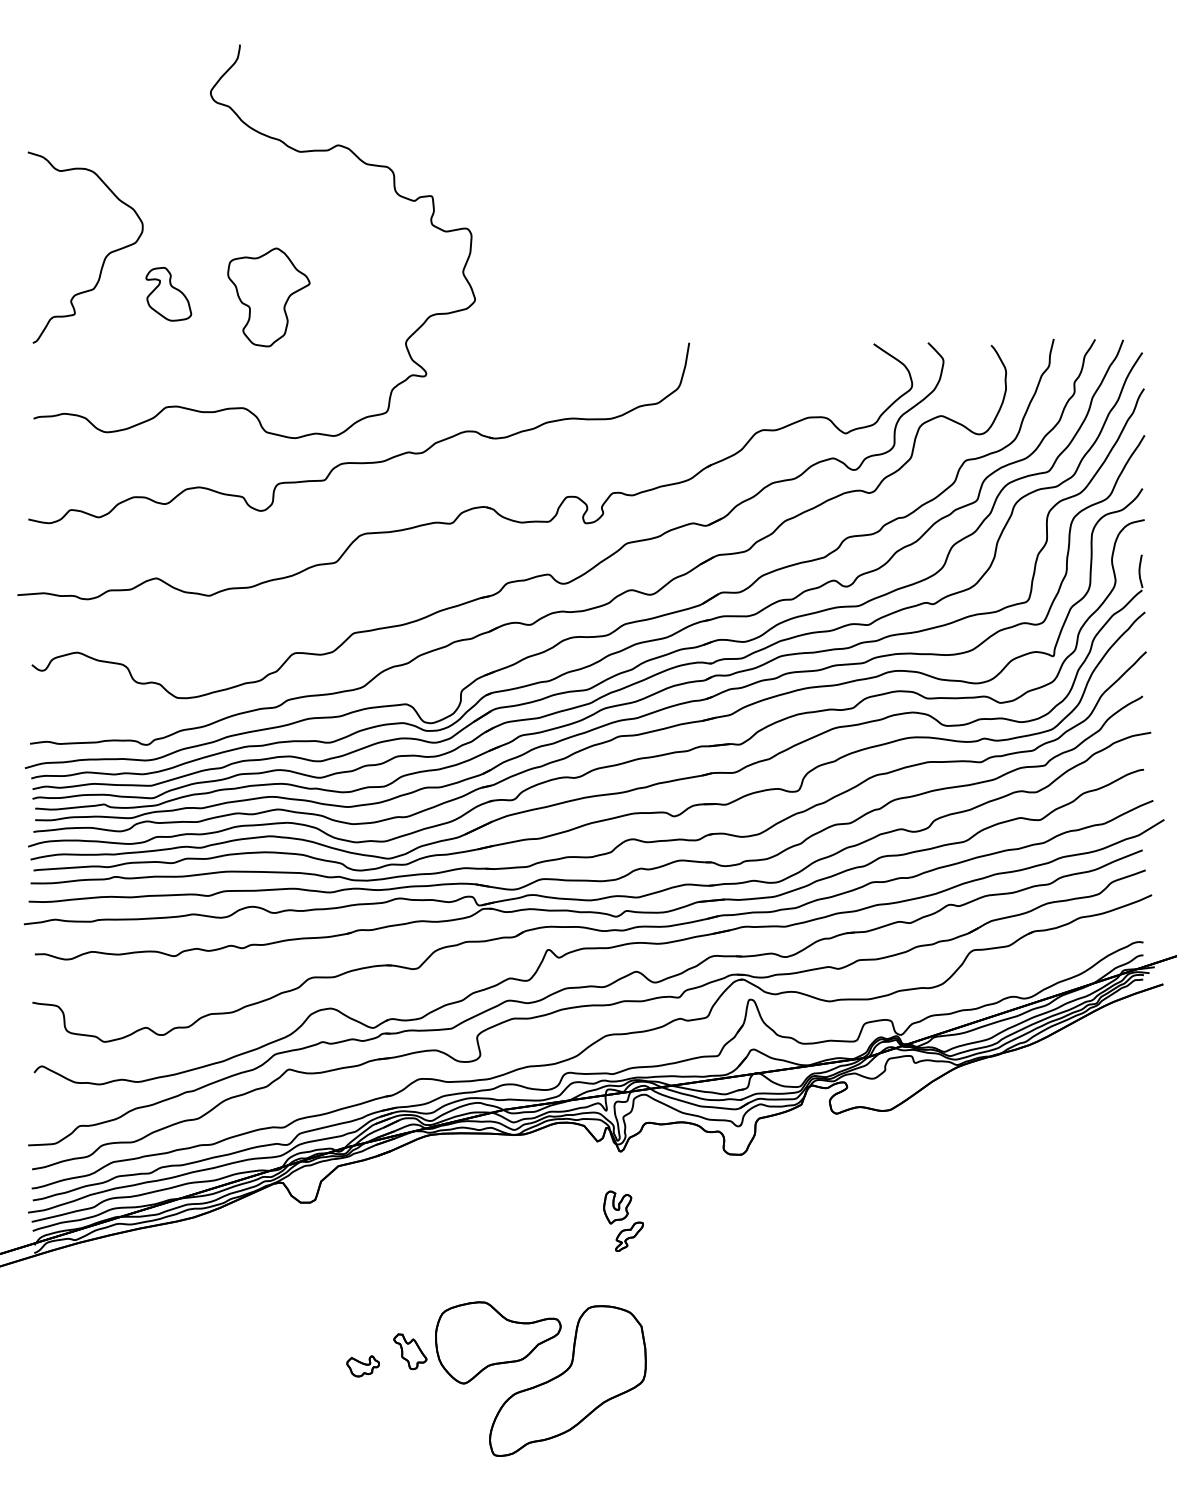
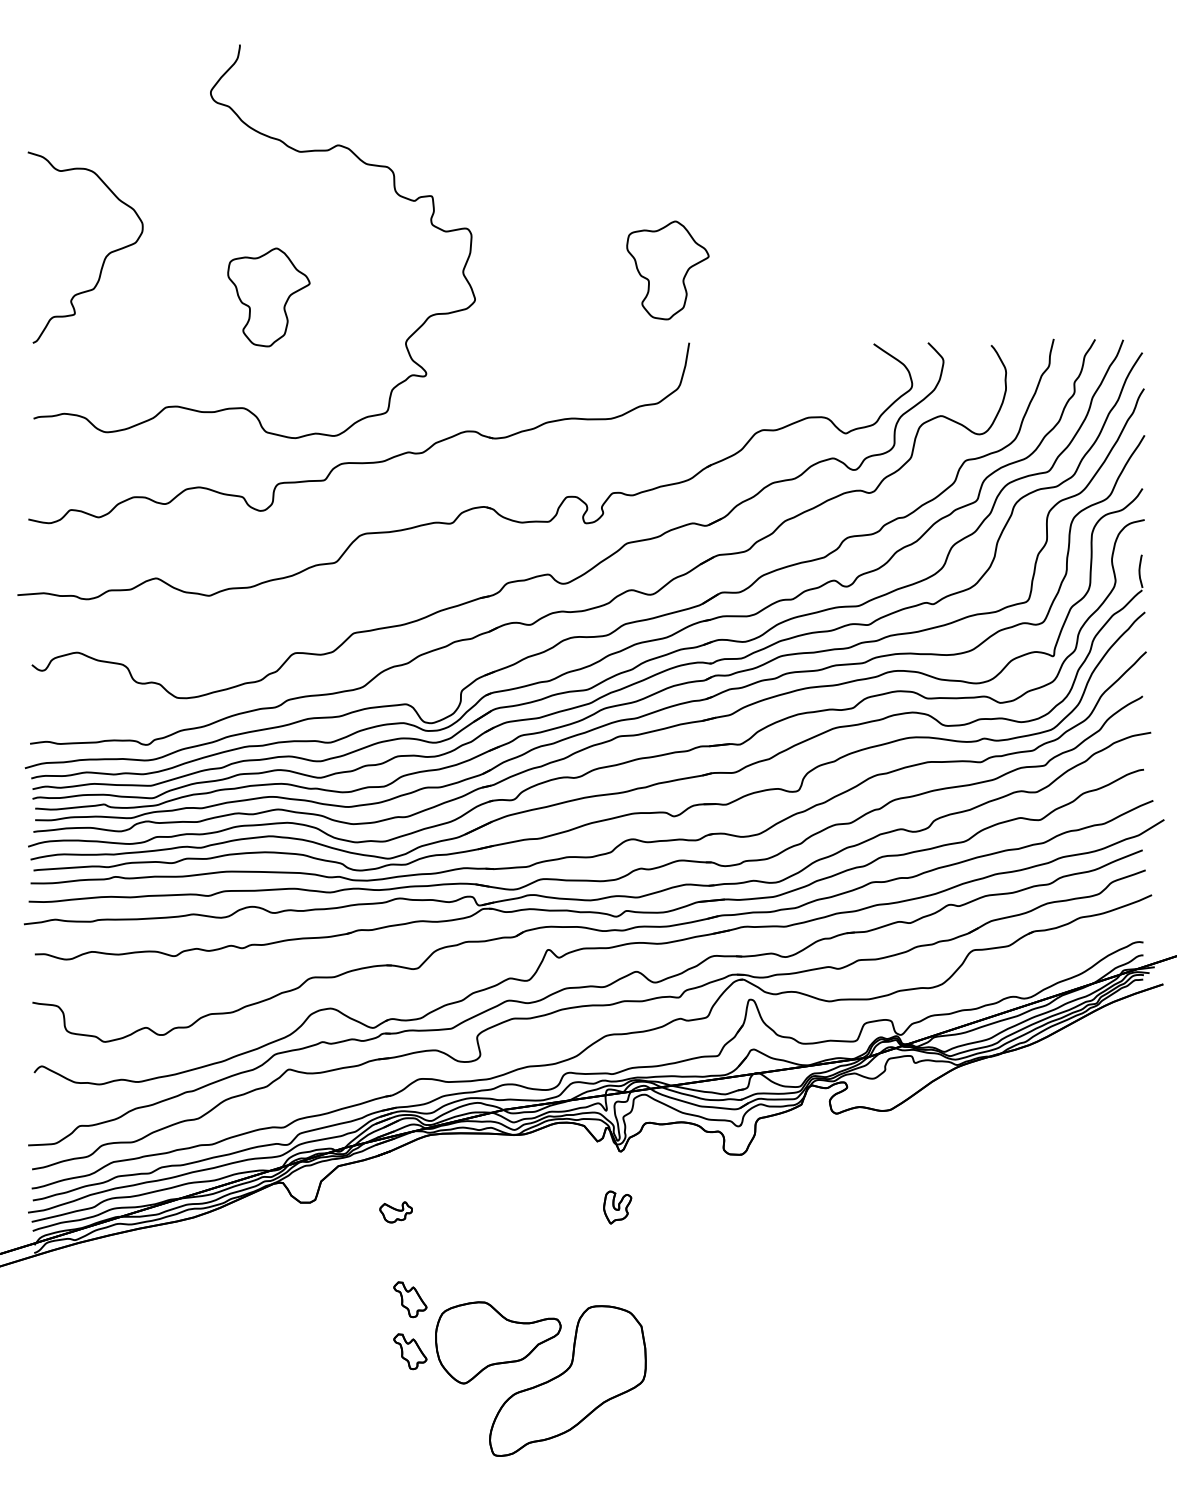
part at (667, 270): none -> present
part at (168, 294): present -> none
part at (629, 1236): present -> none
part at (410, 1299): none -> present
part at (362, 1366) position: (362, 1366) -> (395, 1212)
